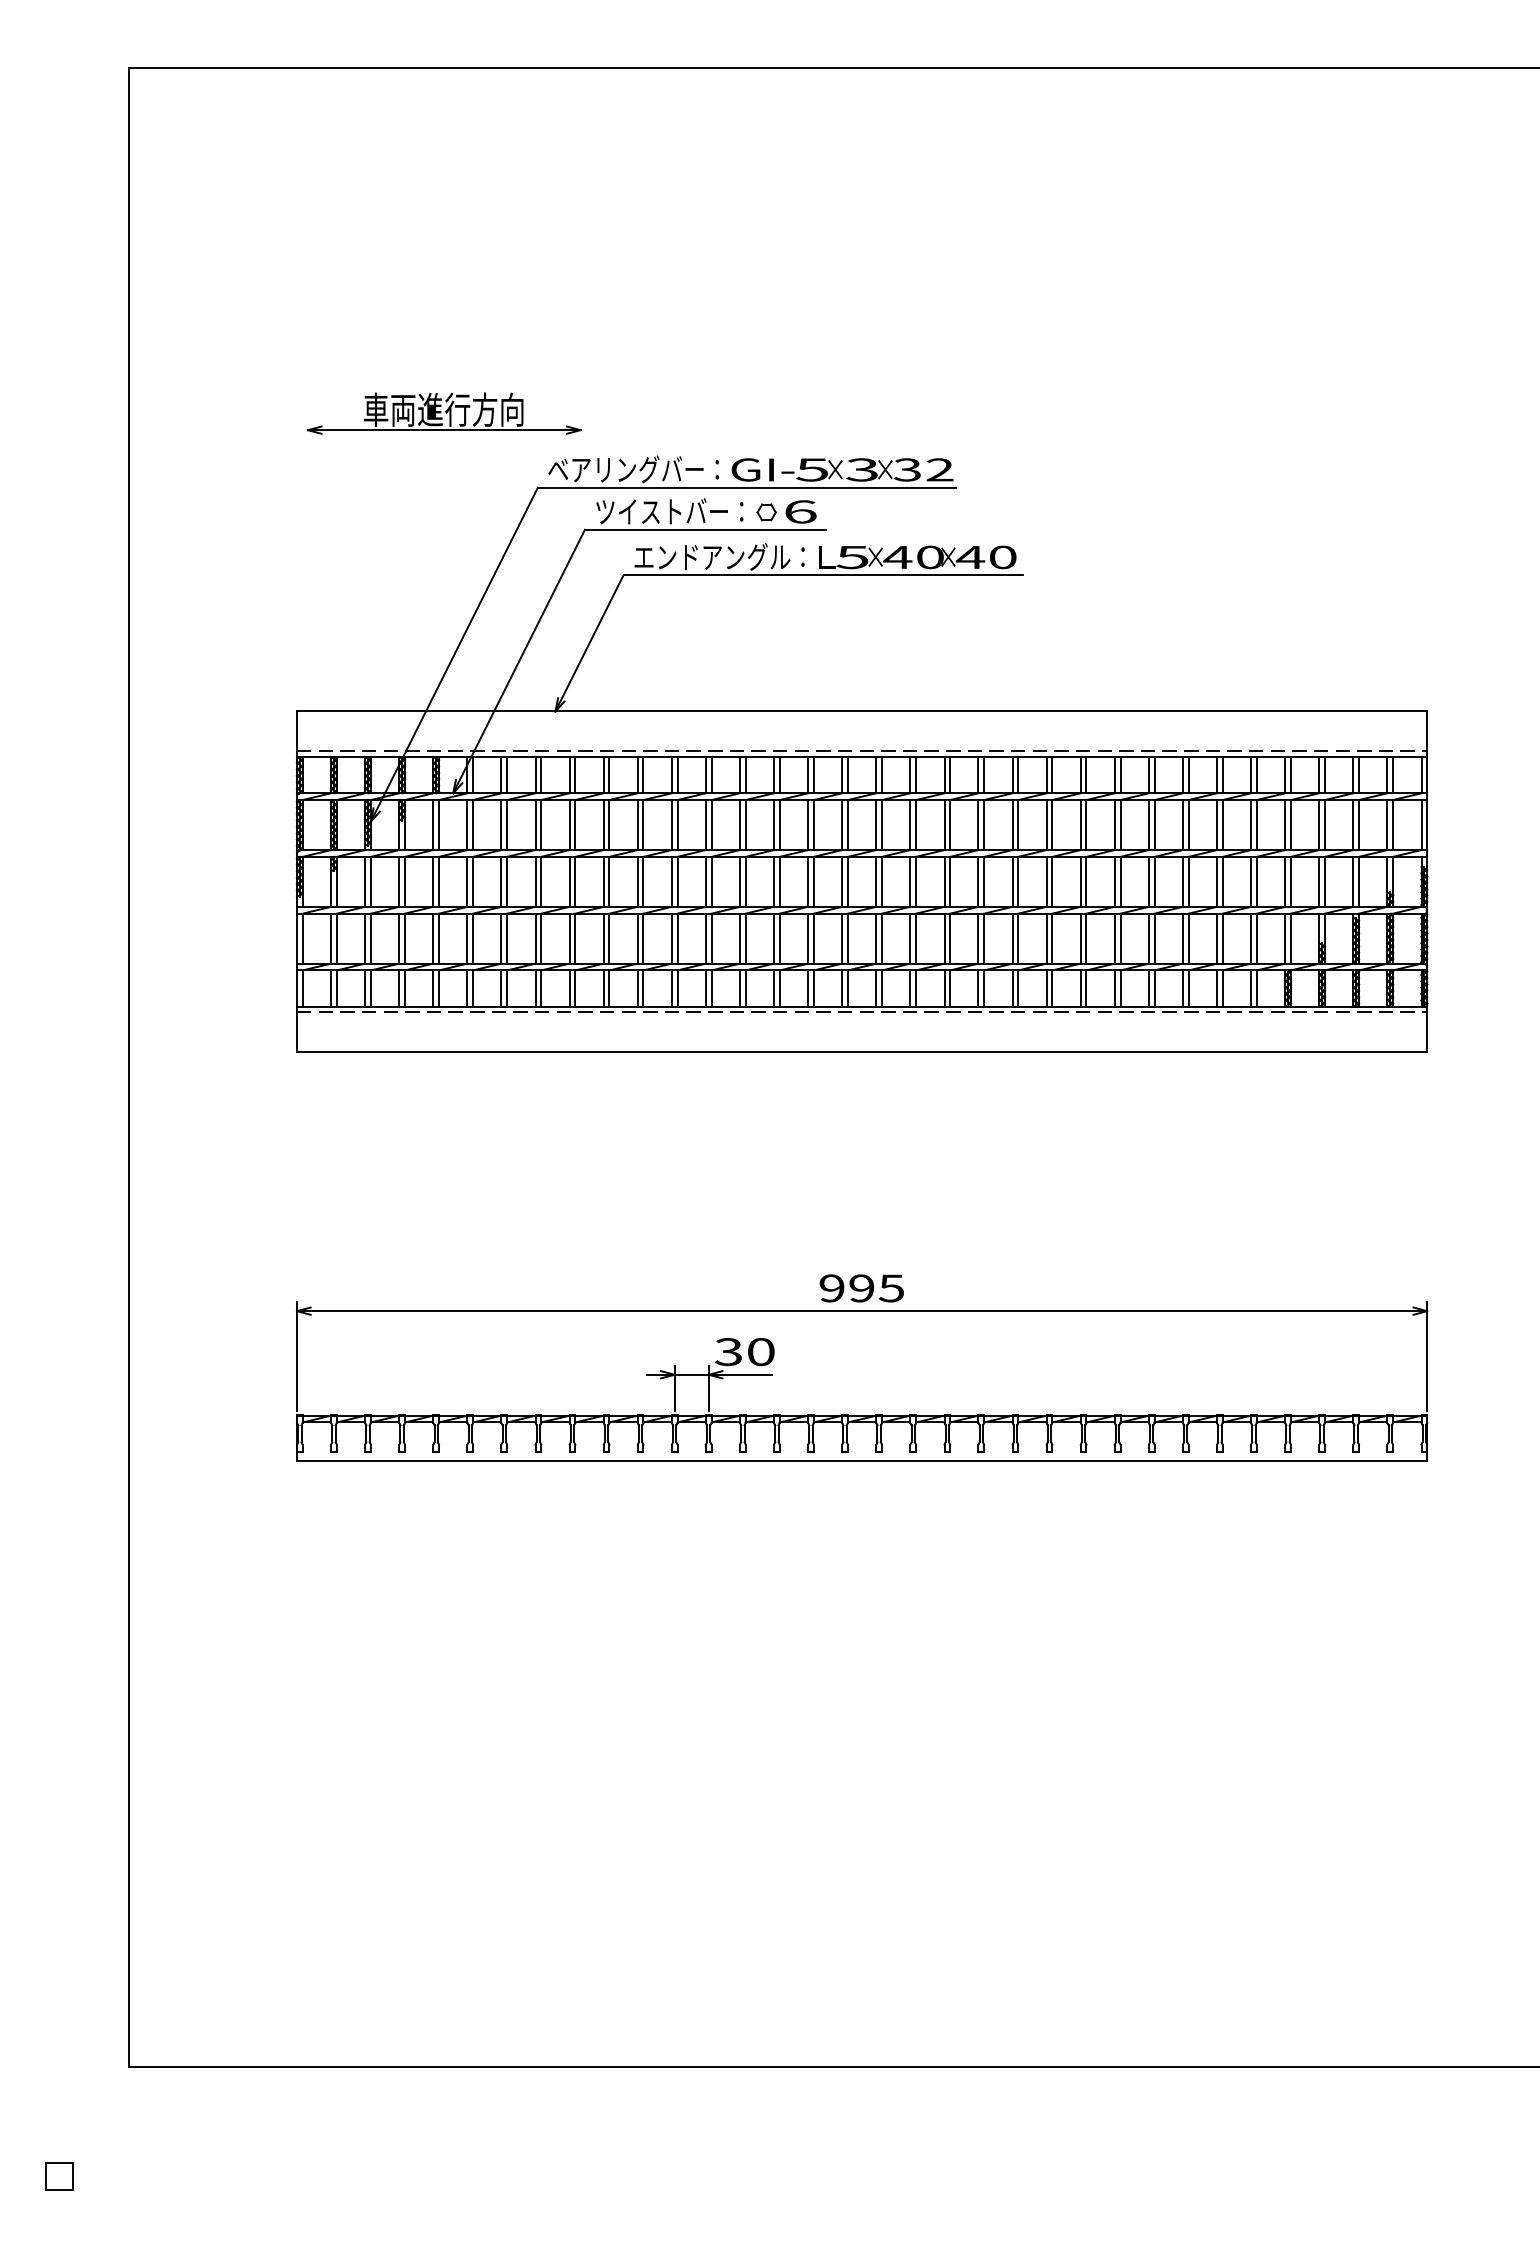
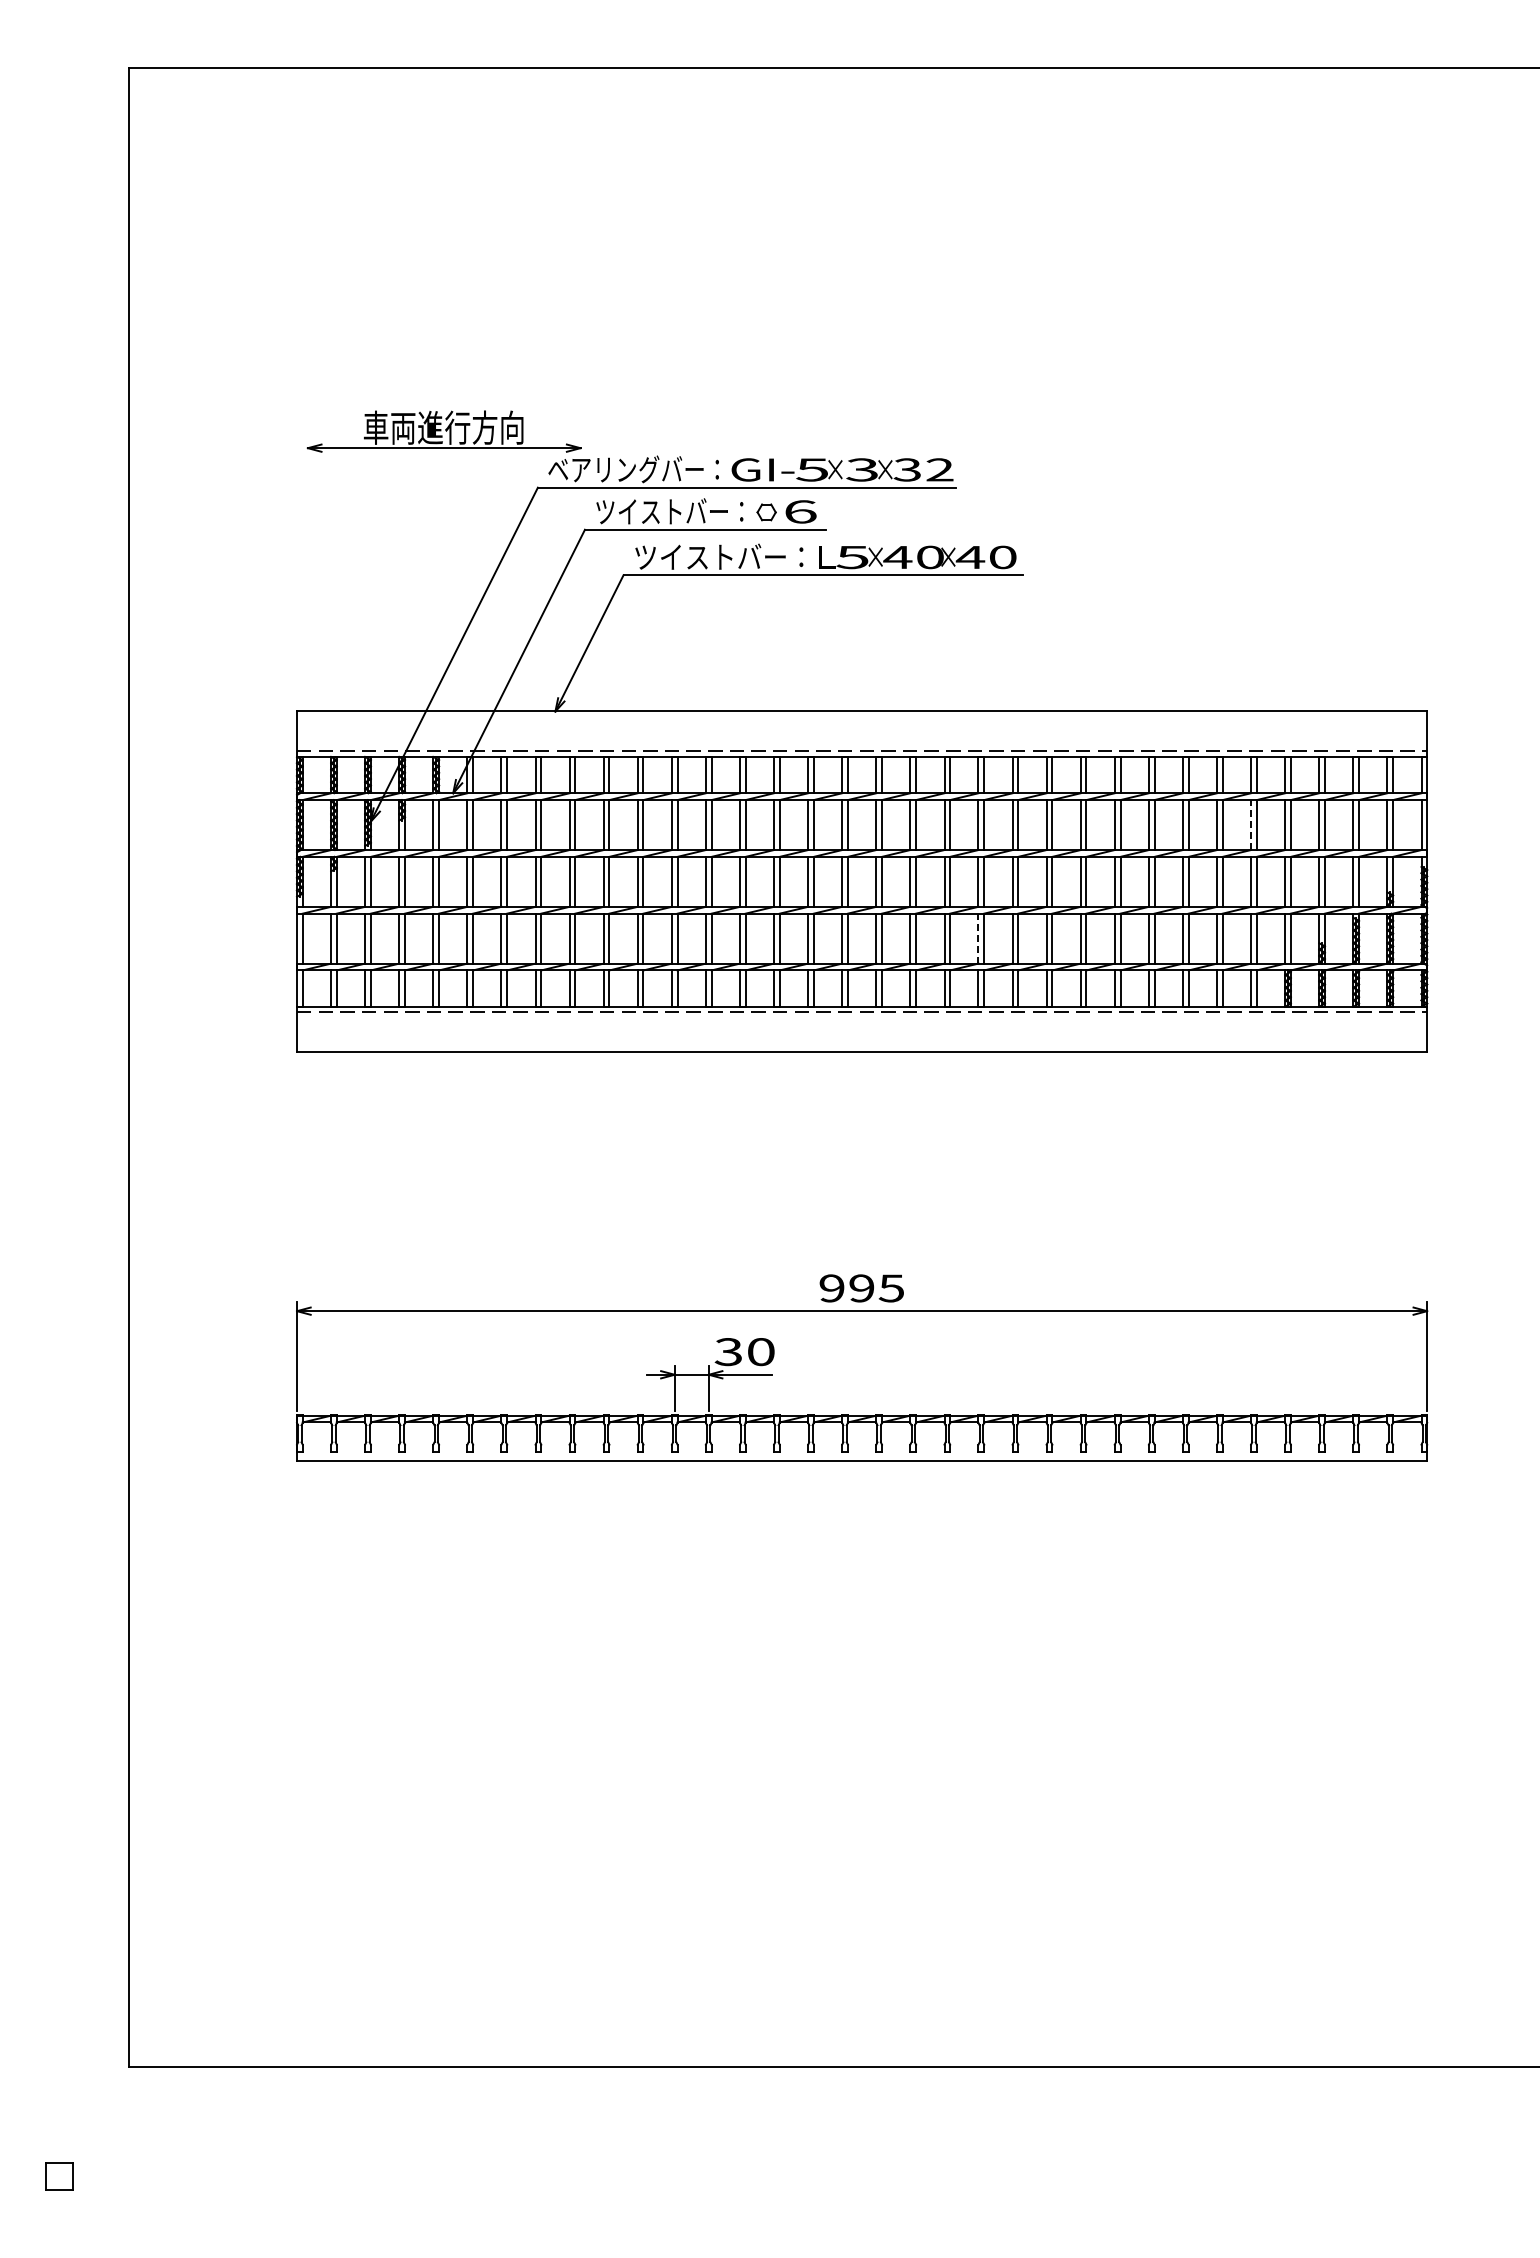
part at (443, 413) position: (443, 413) -> (443, 431)
text at (719, 556): エンドアングル： -> ツイストバー：
line at (1251, 825): solid -> dashed
line at (978, 938): solid -> dashed
